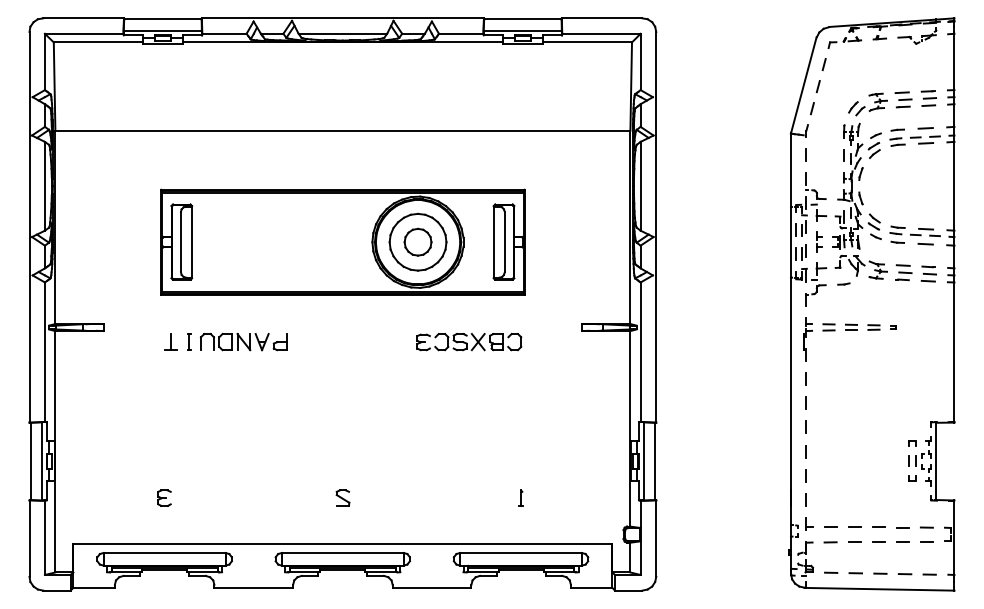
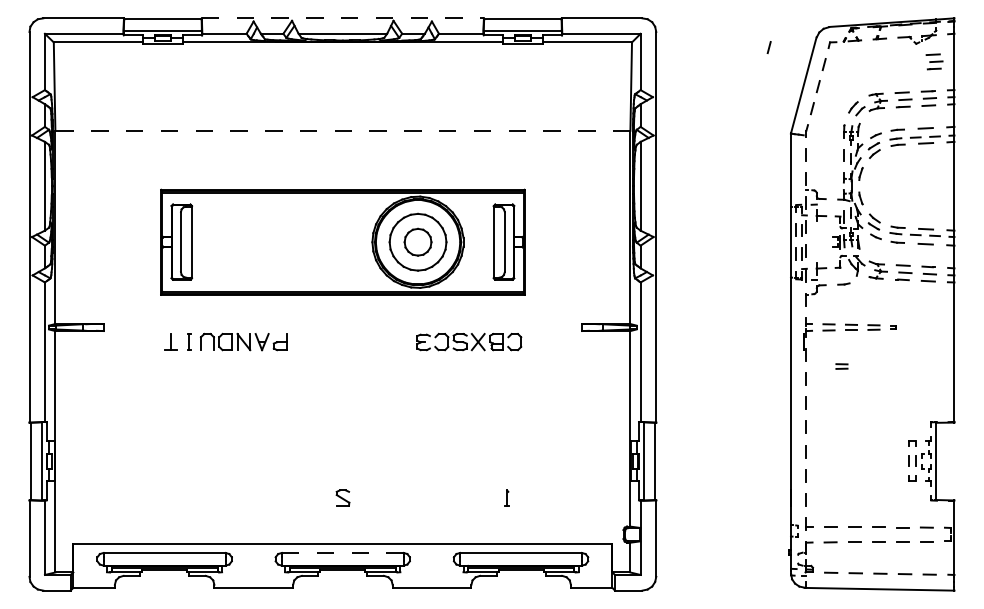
line at (343, 18): solid -> dashed
line at (768, 47): none -> present
part at (934, 61): none -> present
line at (342, 130): solid -> dashed
part at (819, 241): present -> none
part at (841, 366): none -> present
part at (164, 497): present -> none
part at (520, 497) position: (520, 497) -> (506, 497)
line at (342, 552): solid -> dashed
